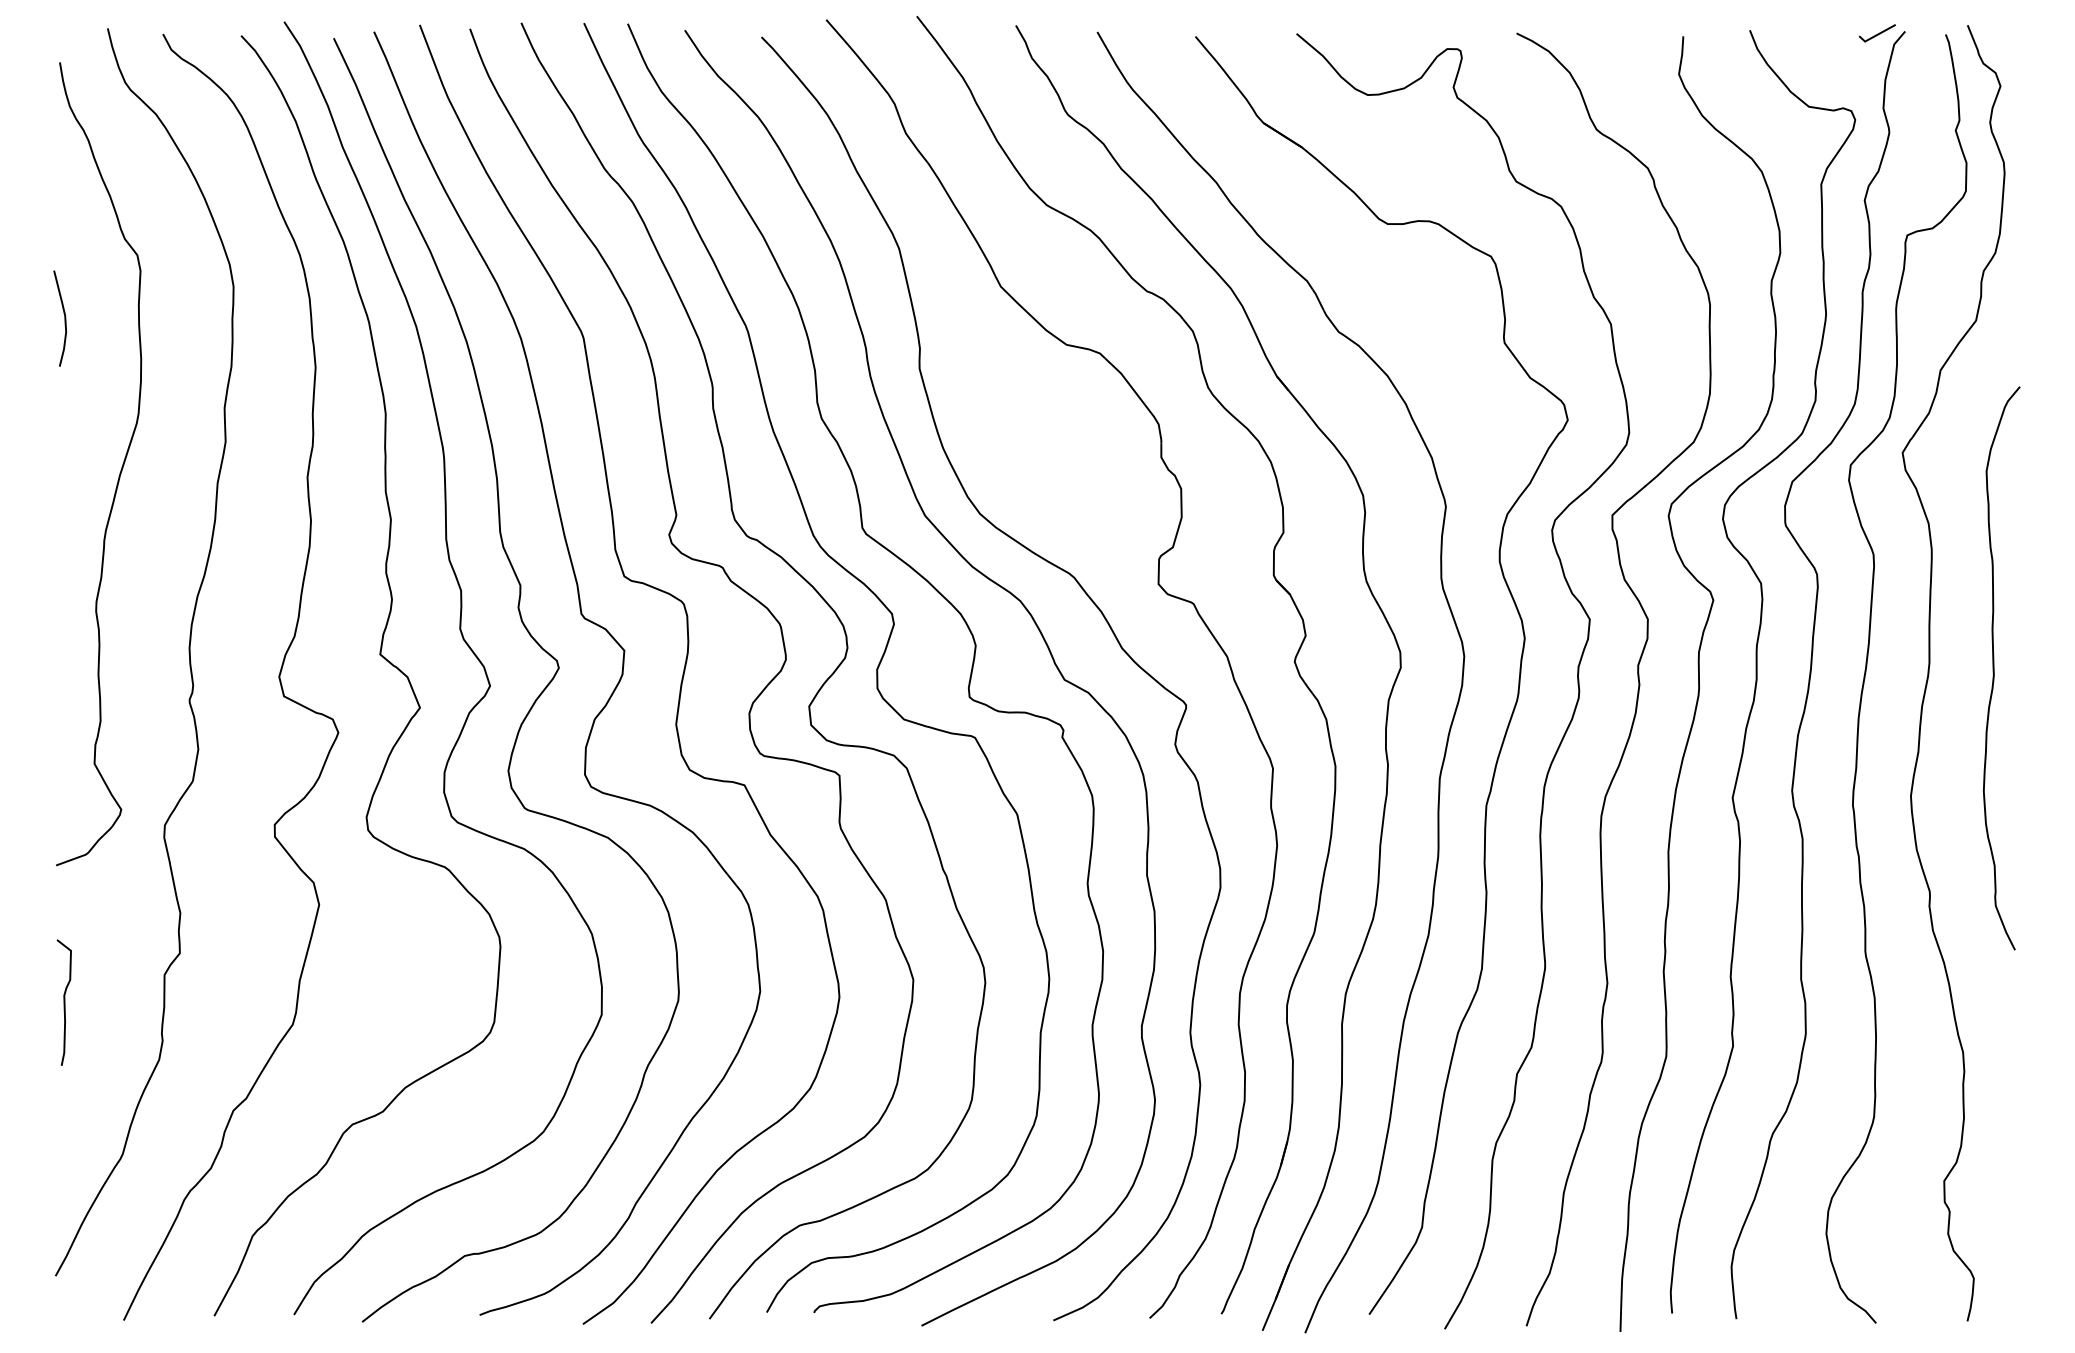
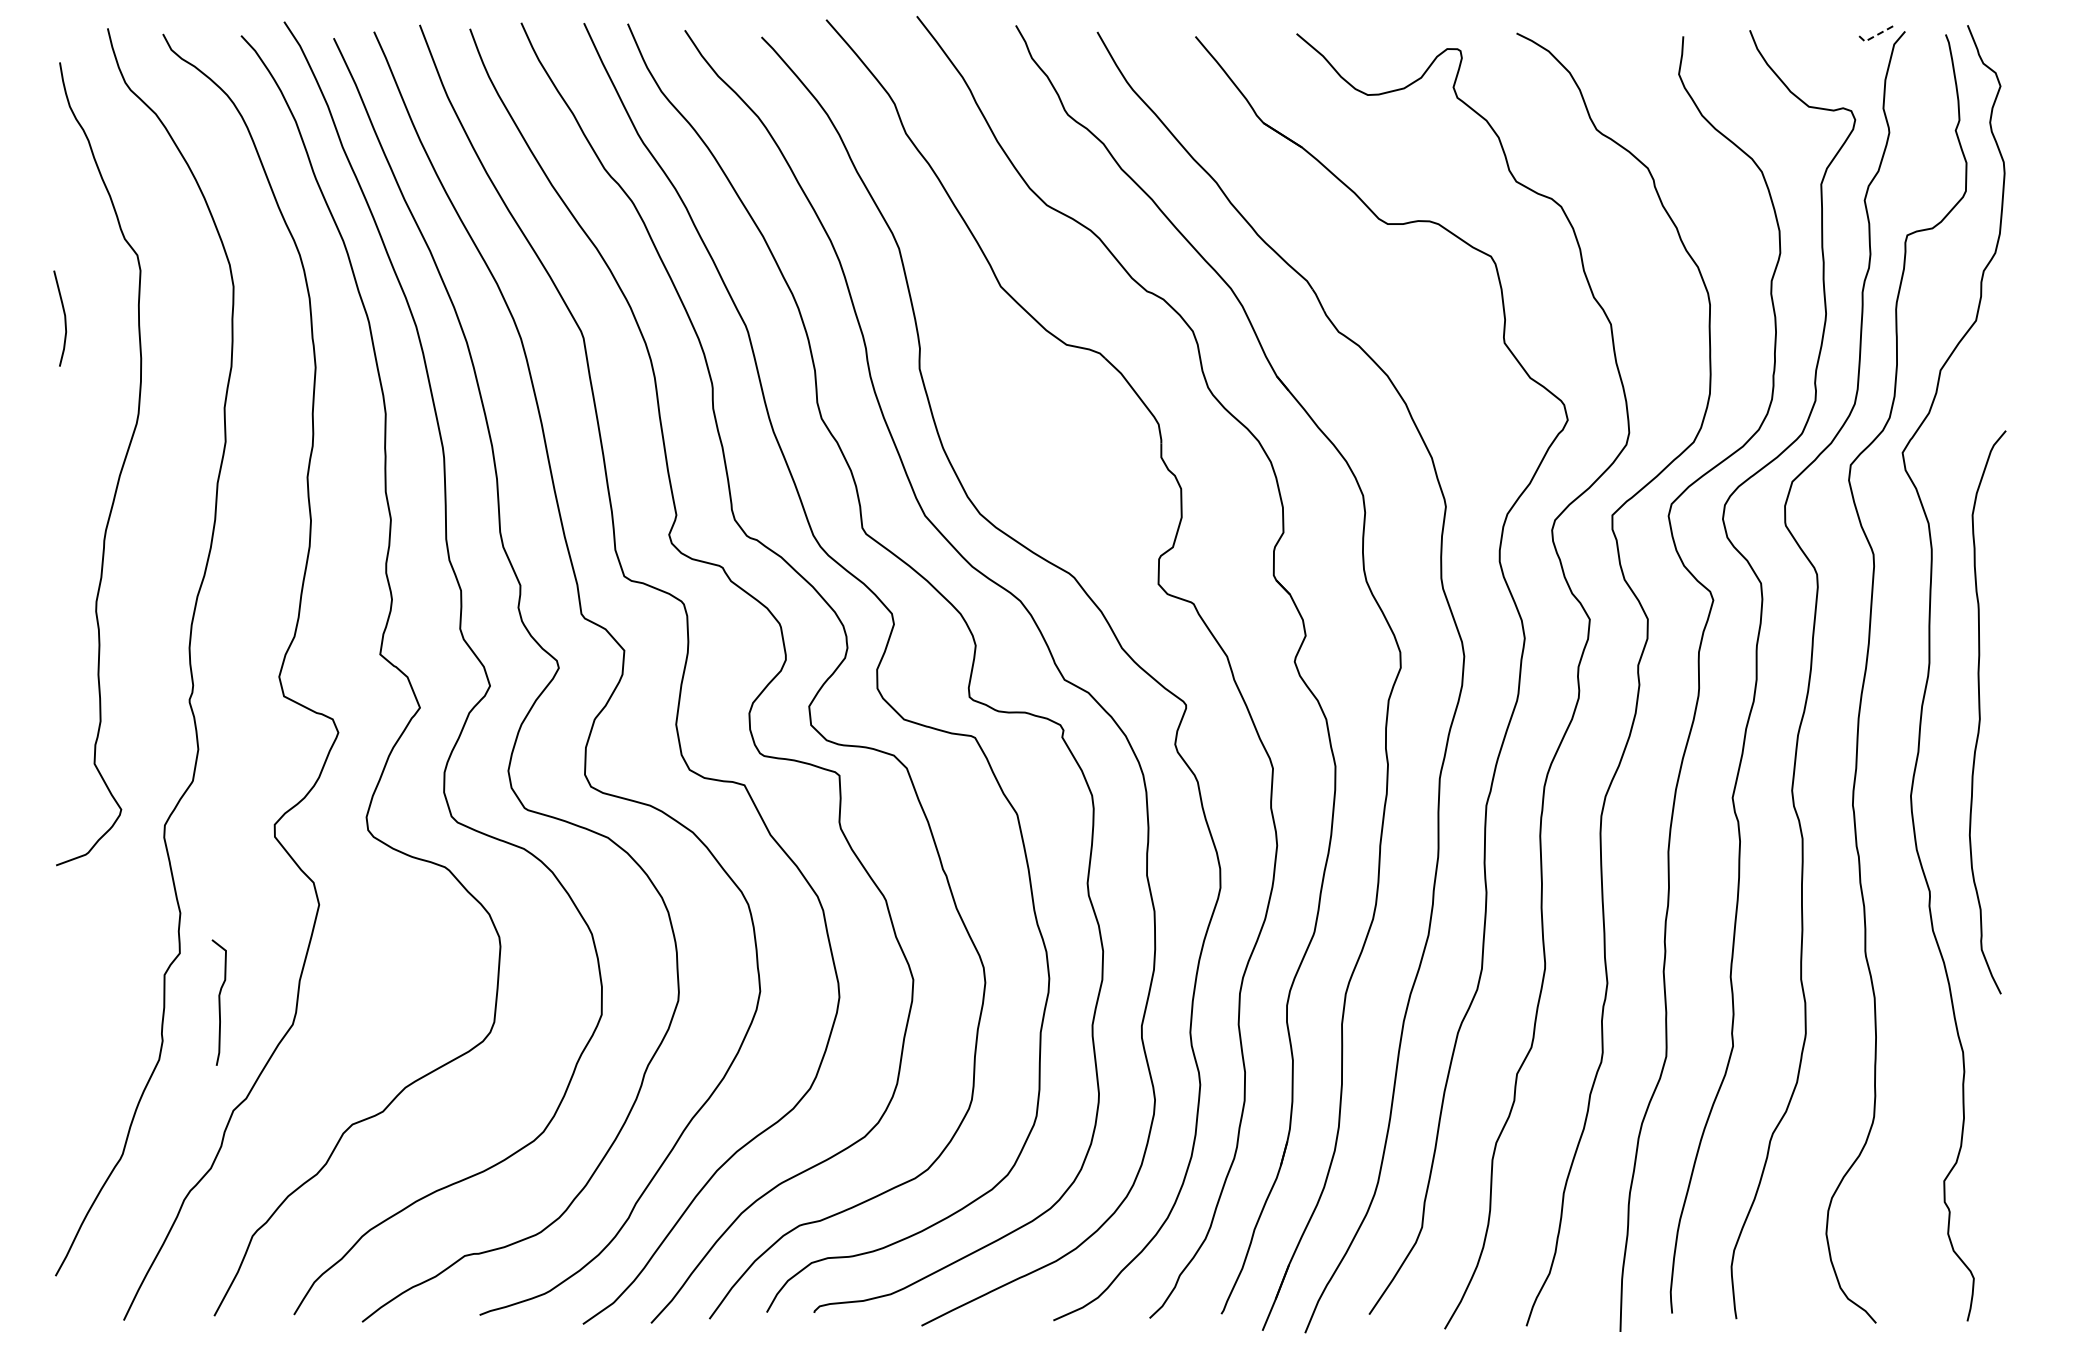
line at (1876, 35): solid -> dashed
curve at (1994, 668) position: (1994, 668) -> (1980, 712)
curve at (63, 1002) position: (63, 1002) -> (218, 1002)
